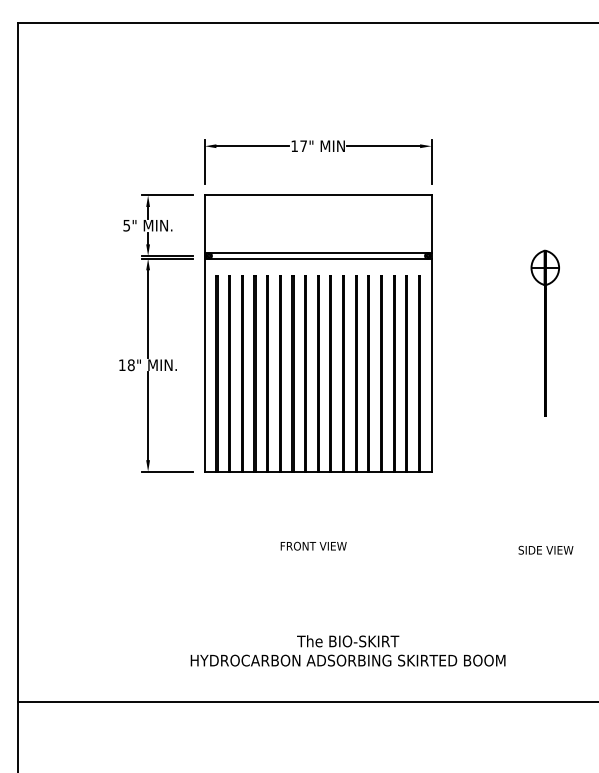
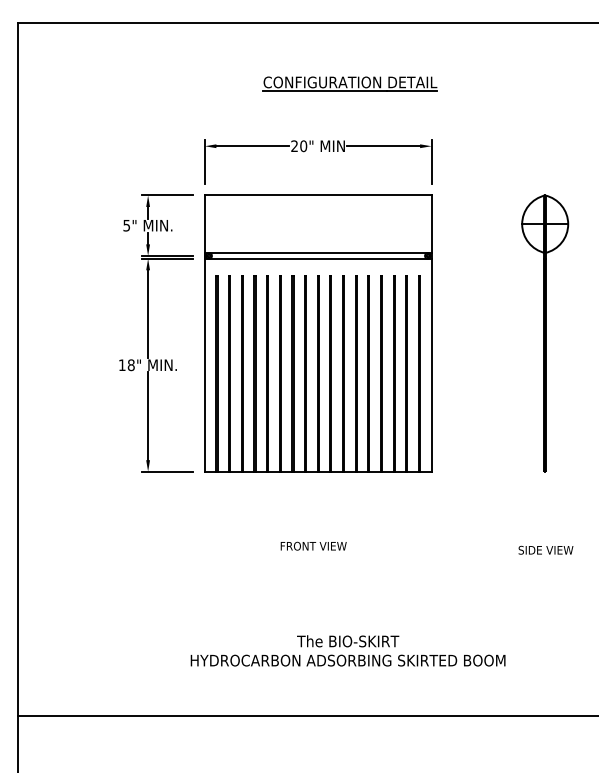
part at (349, 83): none -> present
text at (299, 146): 17" -> 20"
part at (544, 332) size: 30x168 px -> 49x279 px
line at (306, 701) position: (306, 701) -> (306, 715)
